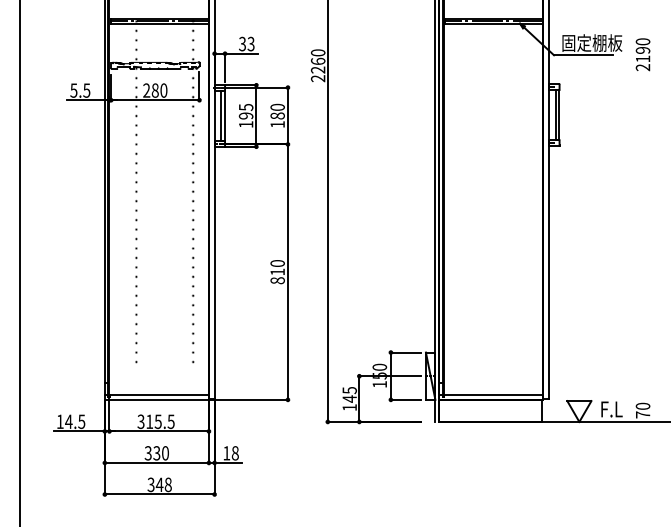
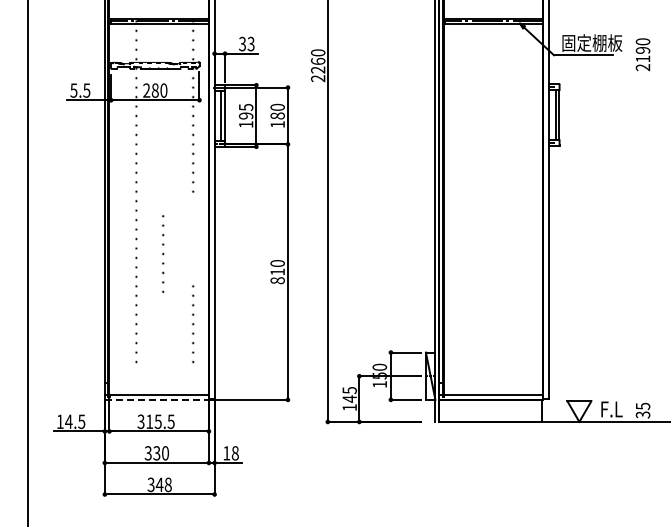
part at (193, 238) position: (193, 238) -> (163, 253)
line at (20, 262) position: (20, 262) -> (28, 262)
line at (157, 399): solid -> dashed
text at (642, 410): 70 -> 35
